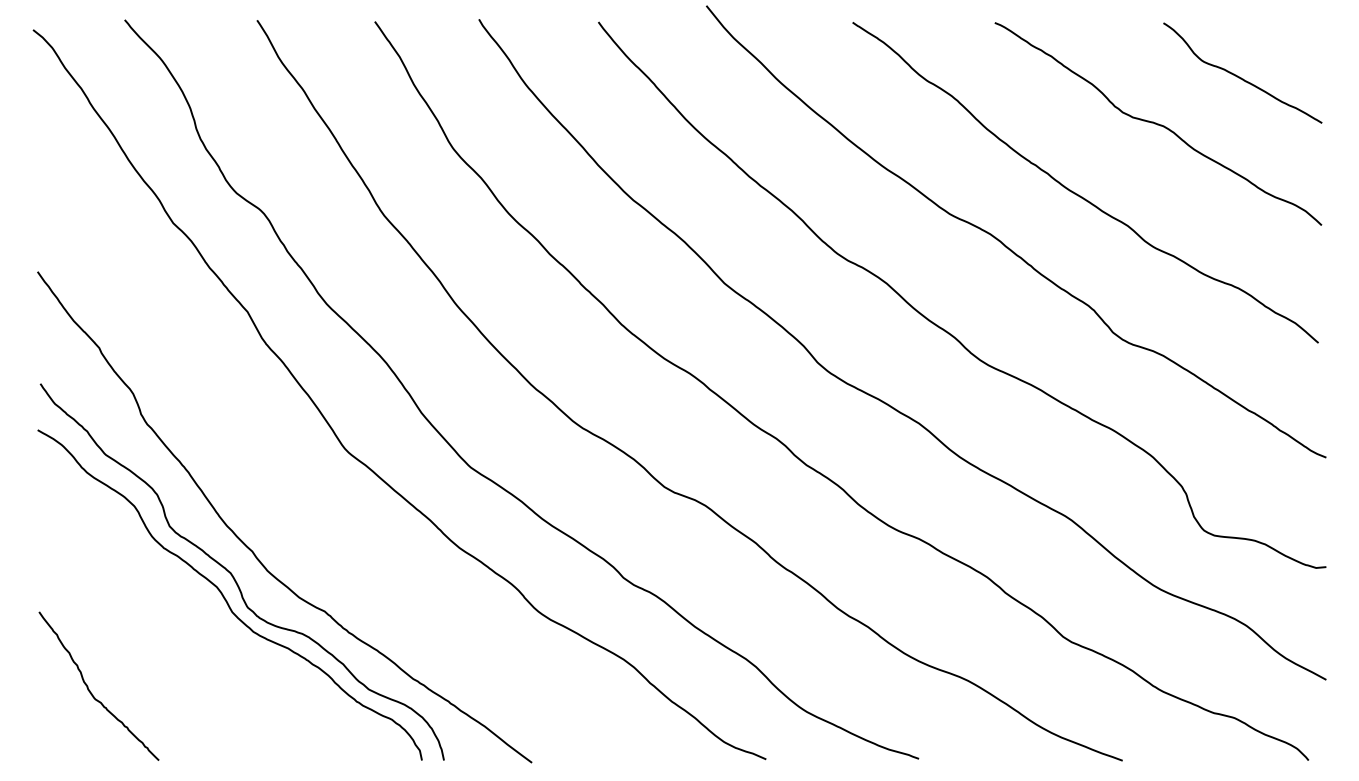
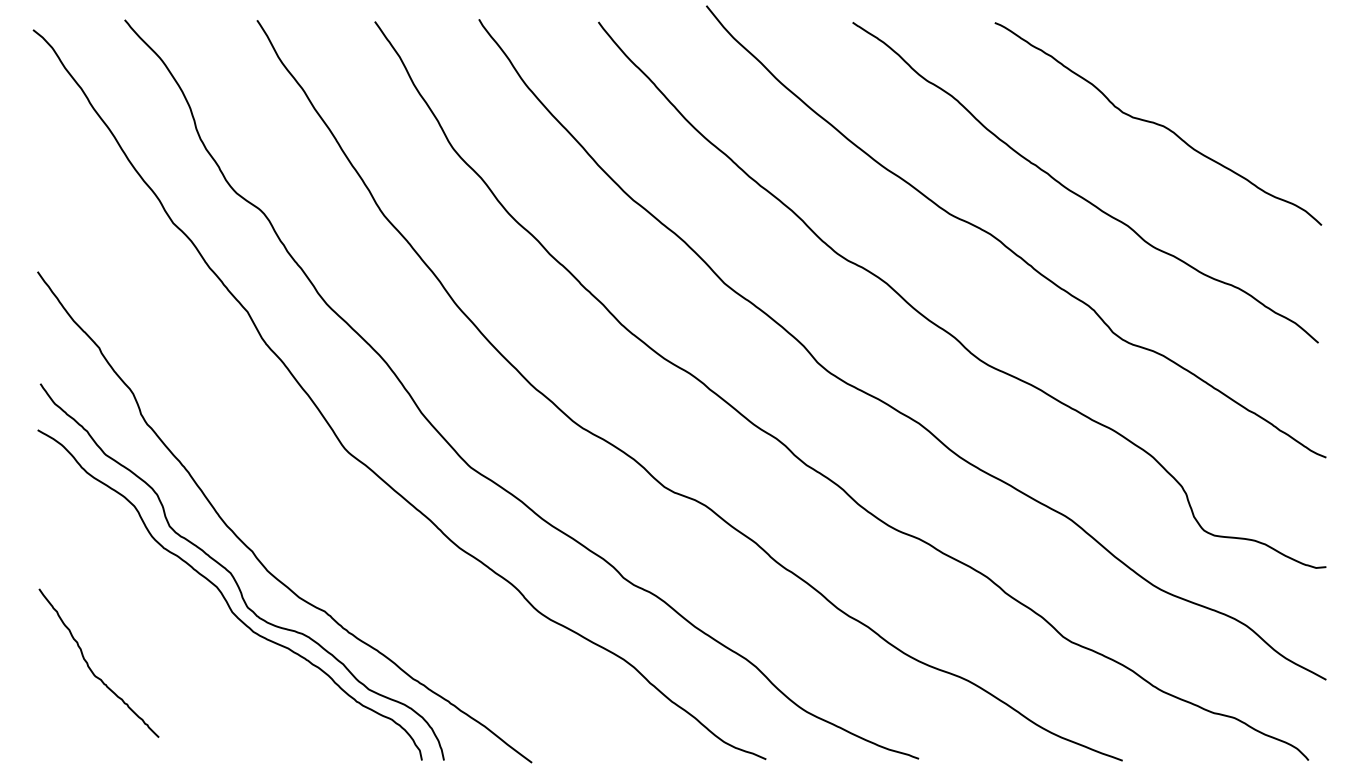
curve at (1239, 76): present -> none
curve at (90, 690) position: (90, 690) -> (90, 667)
